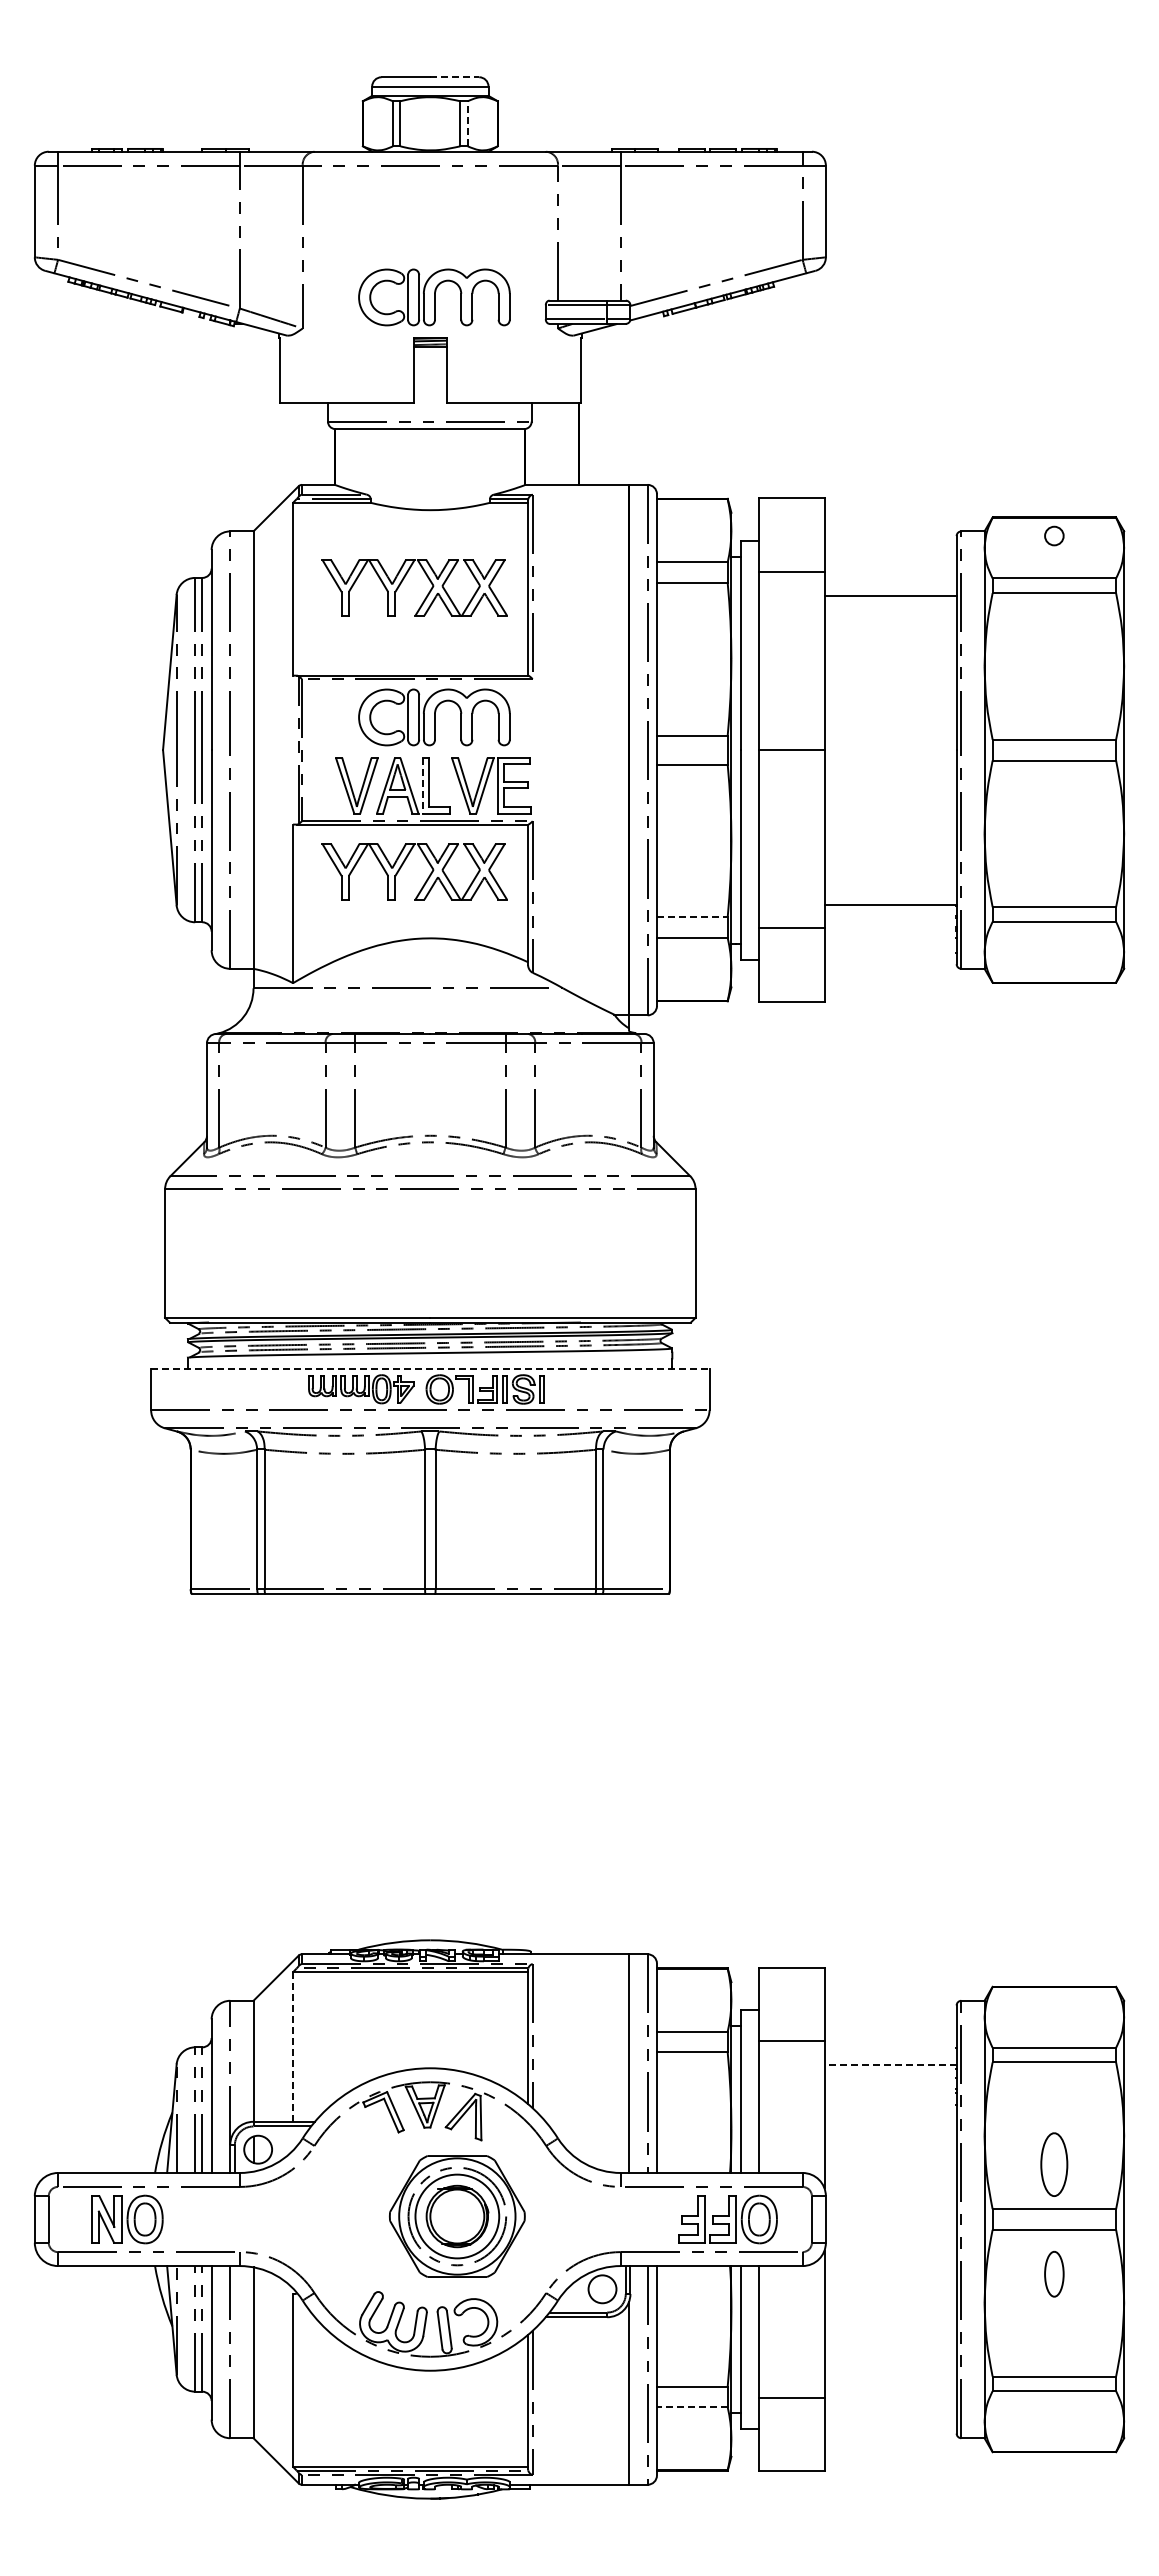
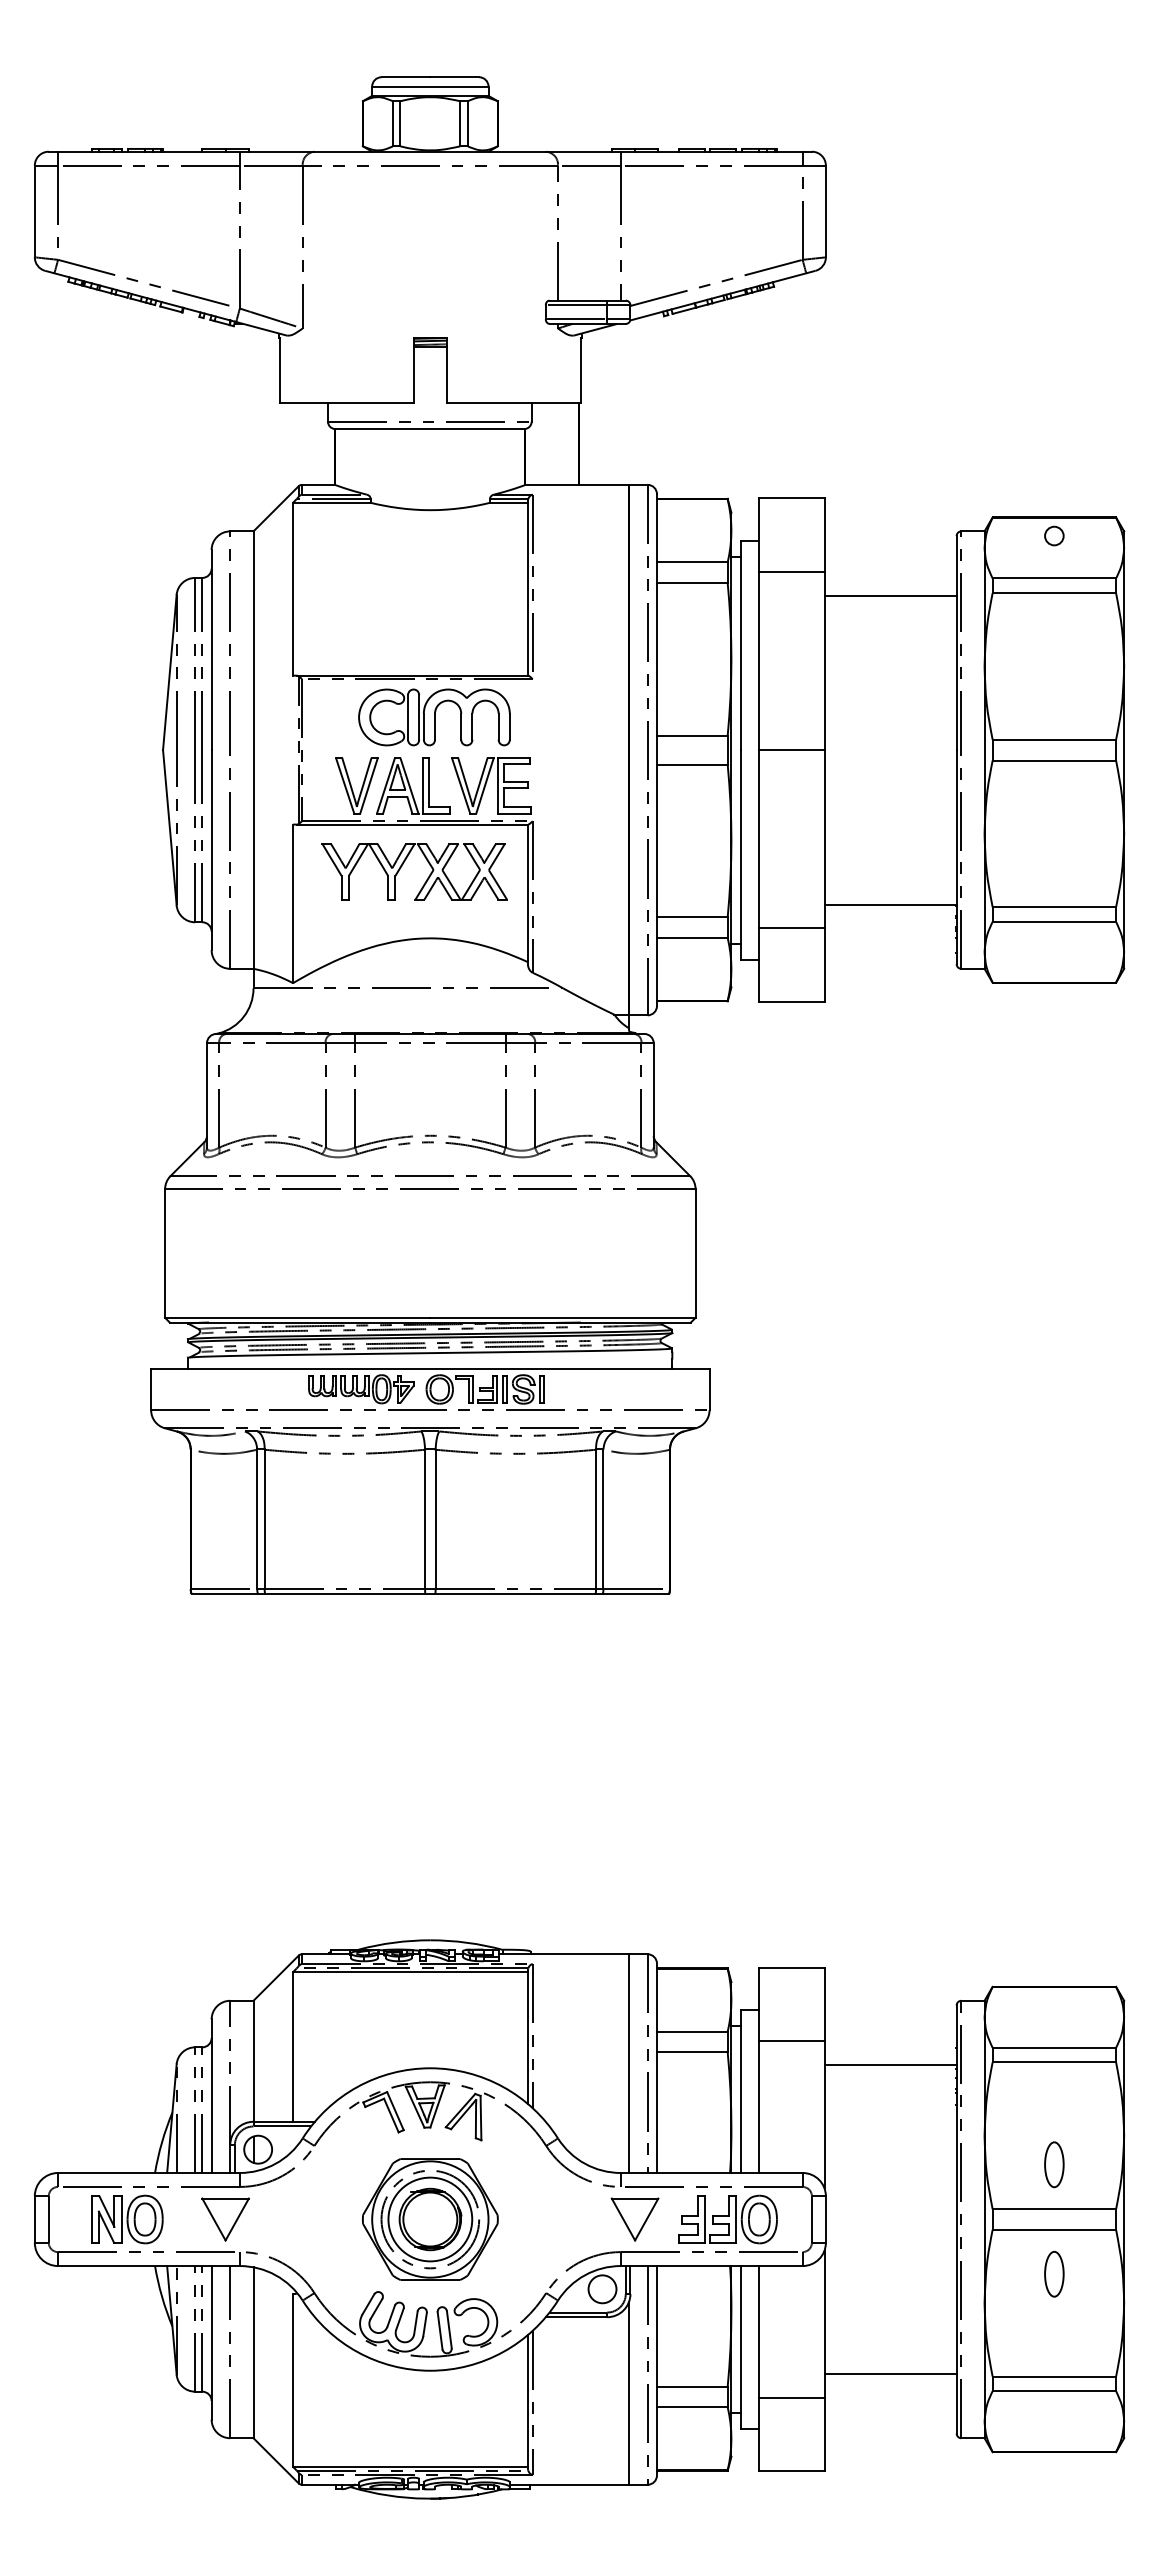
line at (455, 77): dashed -> solid
line at (467, 123): dashed -> solid
part at (434, 297): present -> none
part at (402, 582): present -> none
line at (423, 785): dashed -> solid
line at (692, 917): dashed -> solid
line at (430, 1368): dashed -> solid
line at (293, 2047): dashed -> solid
line at (890, 2065): dashed -> solid
part at (1054, 2164) size: 29x65 px -> 21x48 px
part at (457, 2216) position: (457, 2216) -> (430, 2219)
part at (225, 2219): none -> present
part at (634, 2219): none -> present
line at (890, 2374): none -> present
line at (691, 2407): dashed -> solid
